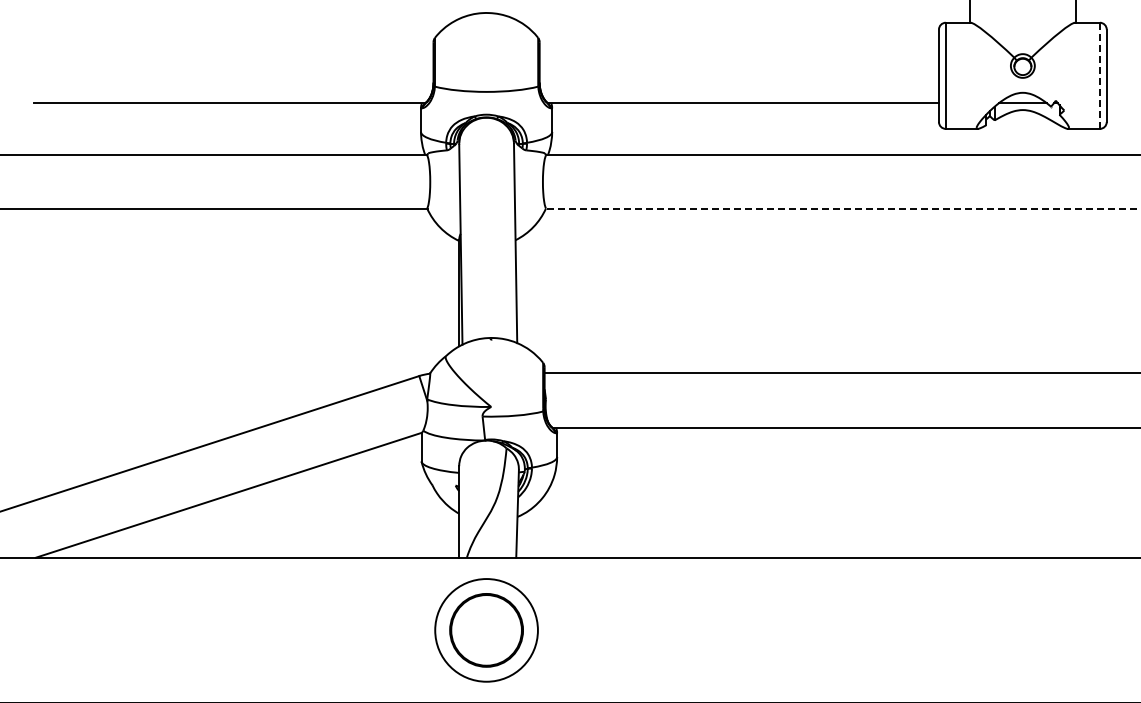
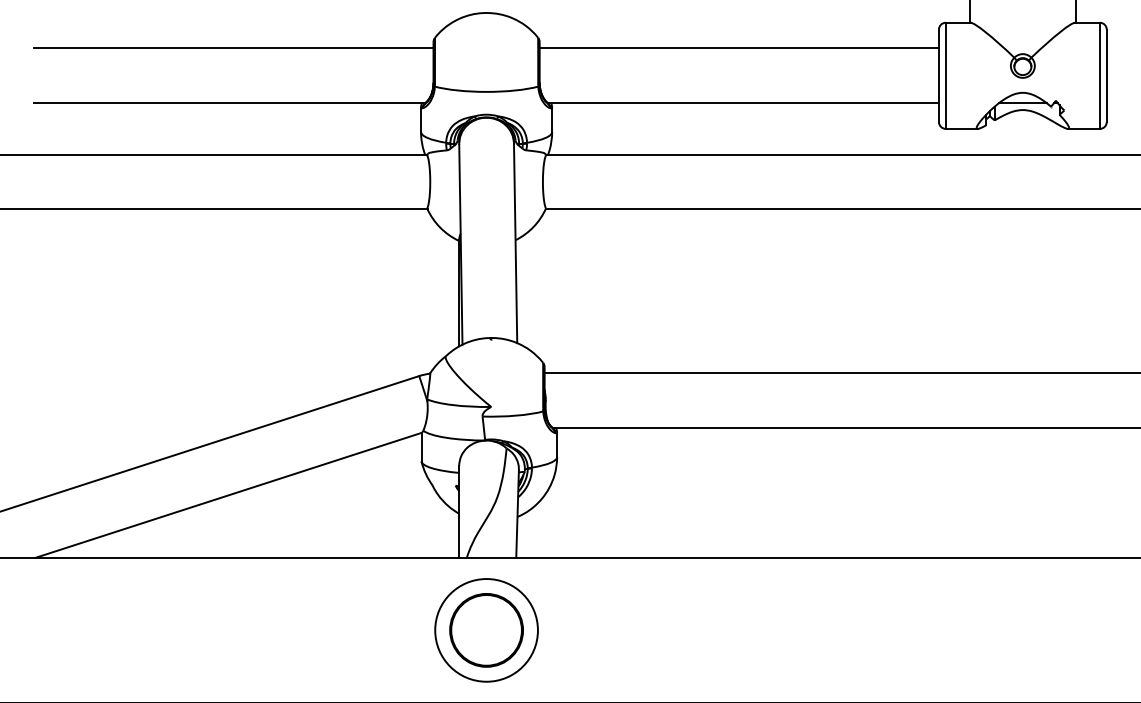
line at (233, 48): none -> present
line at (738, 48): none -> present
line at (1099, 75): dashed -> solid
line at (842, 209): dashed -> solid
